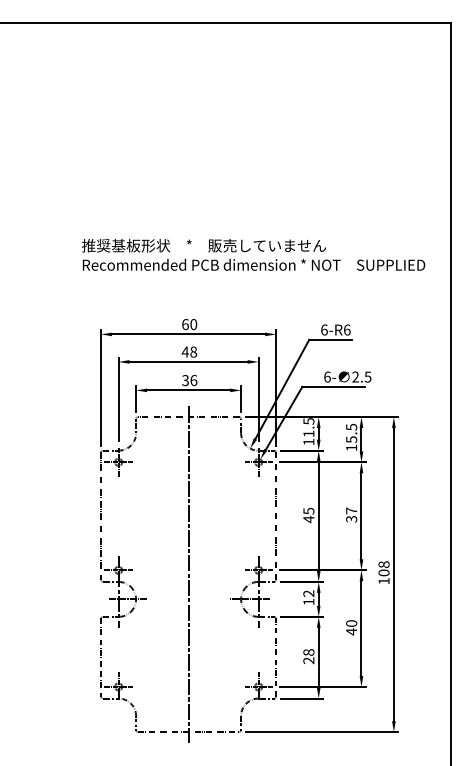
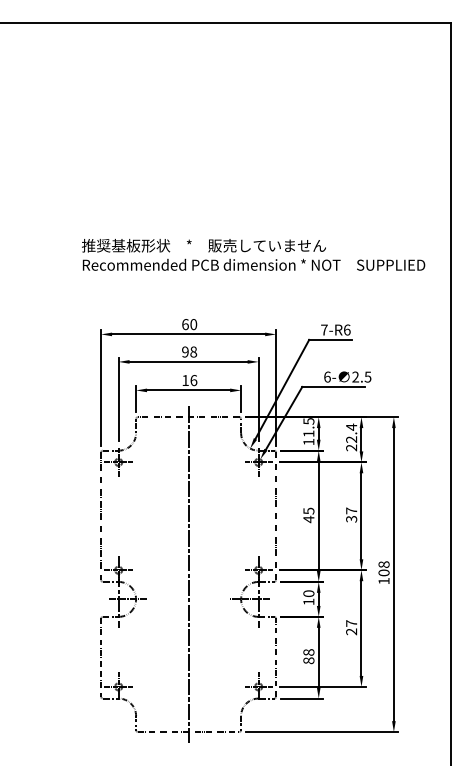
text at (324, 329): 6-R6 -> 7-R6
text at (184, 351): 48 -> 98
text at (185, 380): 36 -> 16
text at (351, 437): 15.5 -> 22.4
text at (308, 593): 12 -> 10
text at (351, 627): 40 -> 27
text at (308, 660): 28 -> 88
